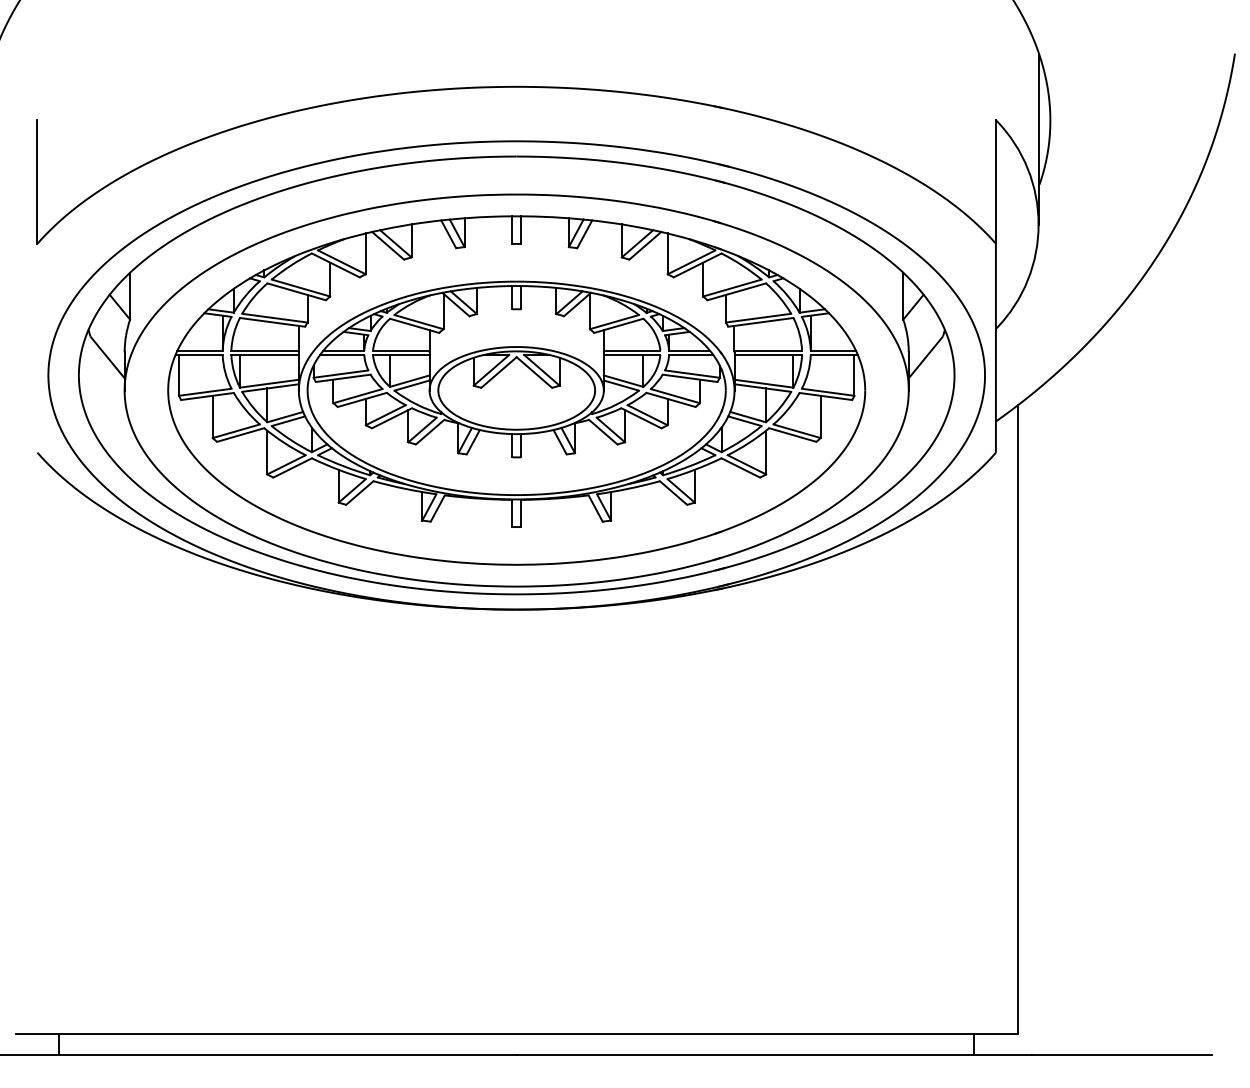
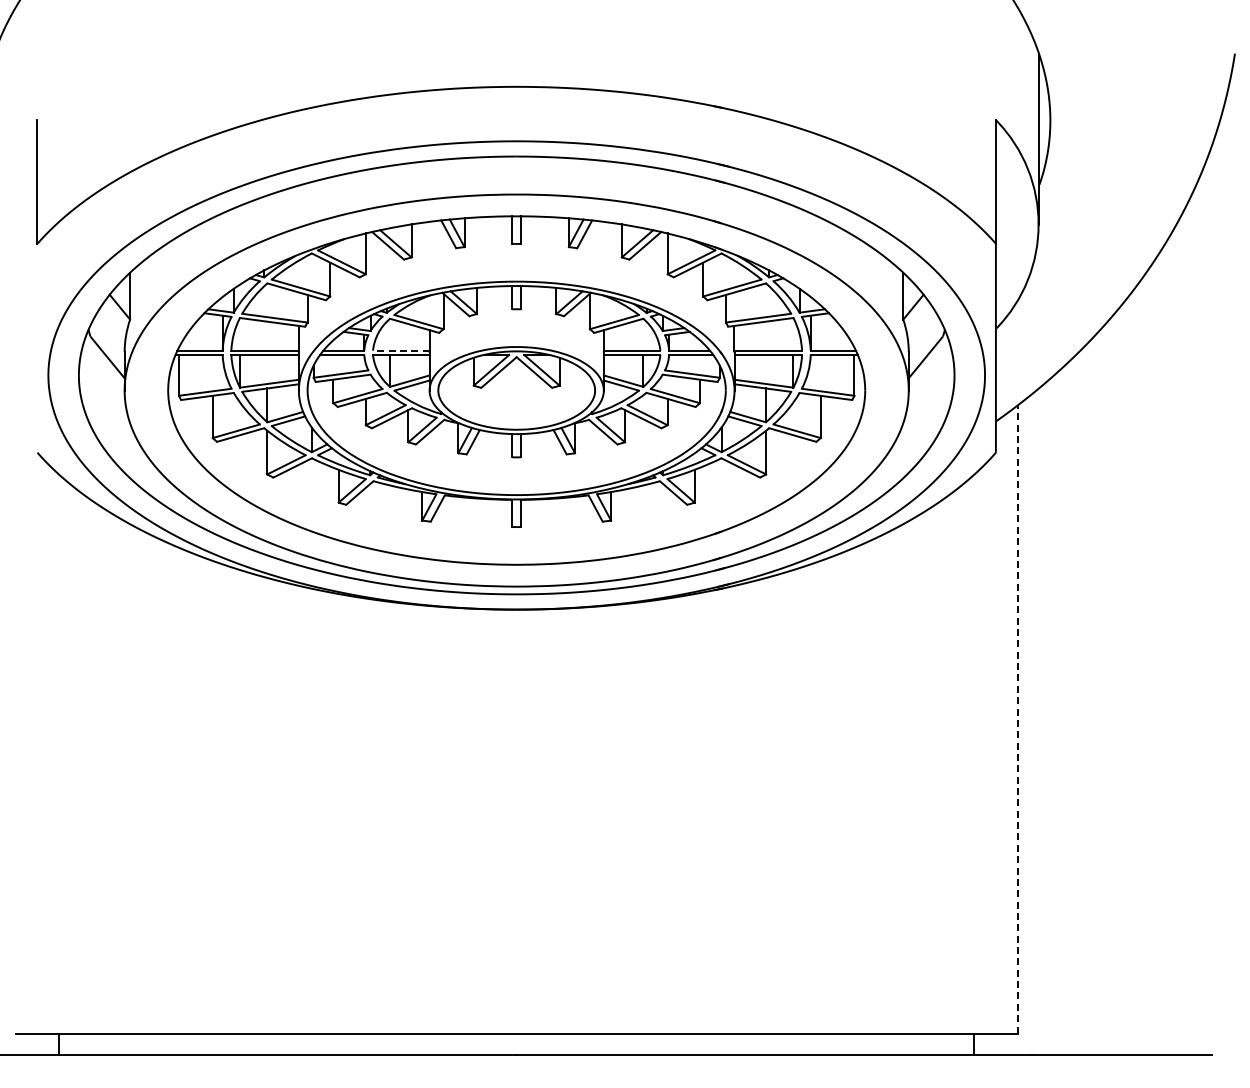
line at (400, 350): solid -> dashed
line at (1017, 718): solid -> dashed
